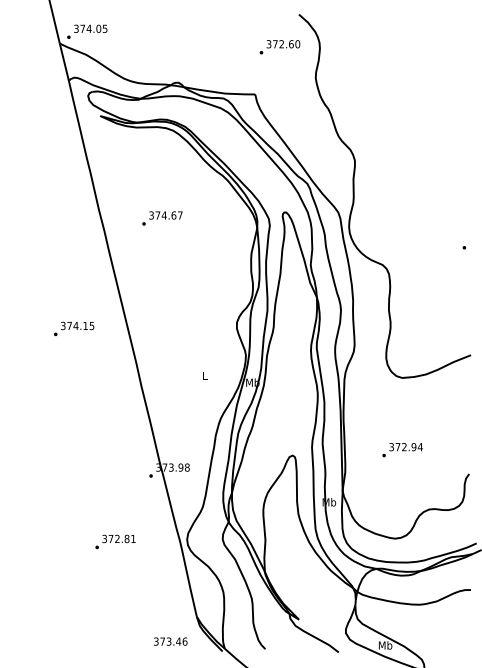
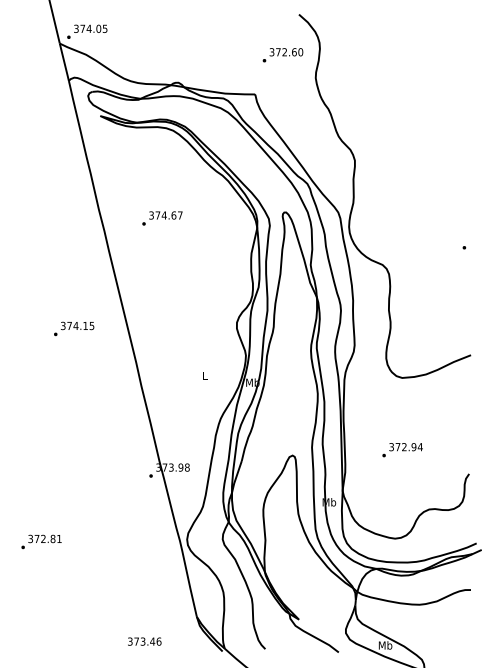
text at (279, 47) position: (279, 47) -> (282, 55)
text at (115, 541) position: (115, 541) -> (41, 541)
text at (170, 641) position: (170, 641) -> (144, 641)
